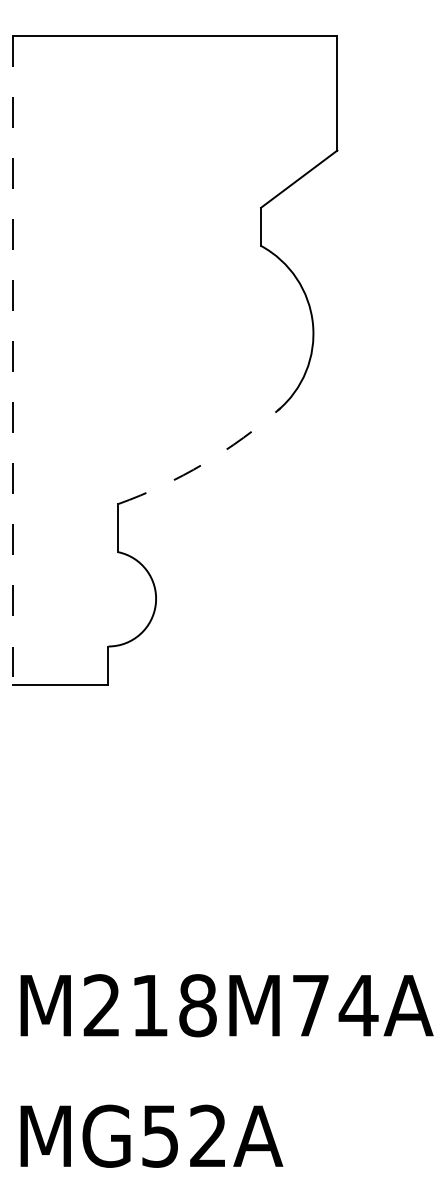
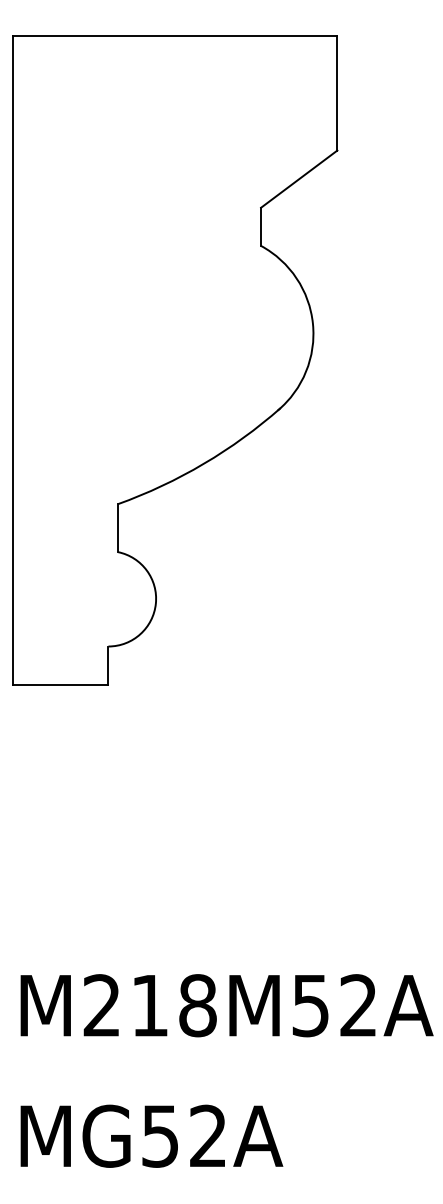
line at (13, 360): dashed -> solid
arc at (203, 463): dashed -> solid
text at (335, 1005): M218M74A -> M218M52A
